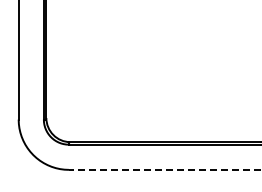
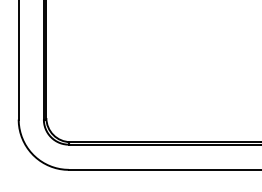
line at (164, 169): dashed -> solid
